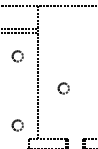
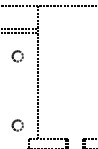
circle at (63, 88): present -> none
